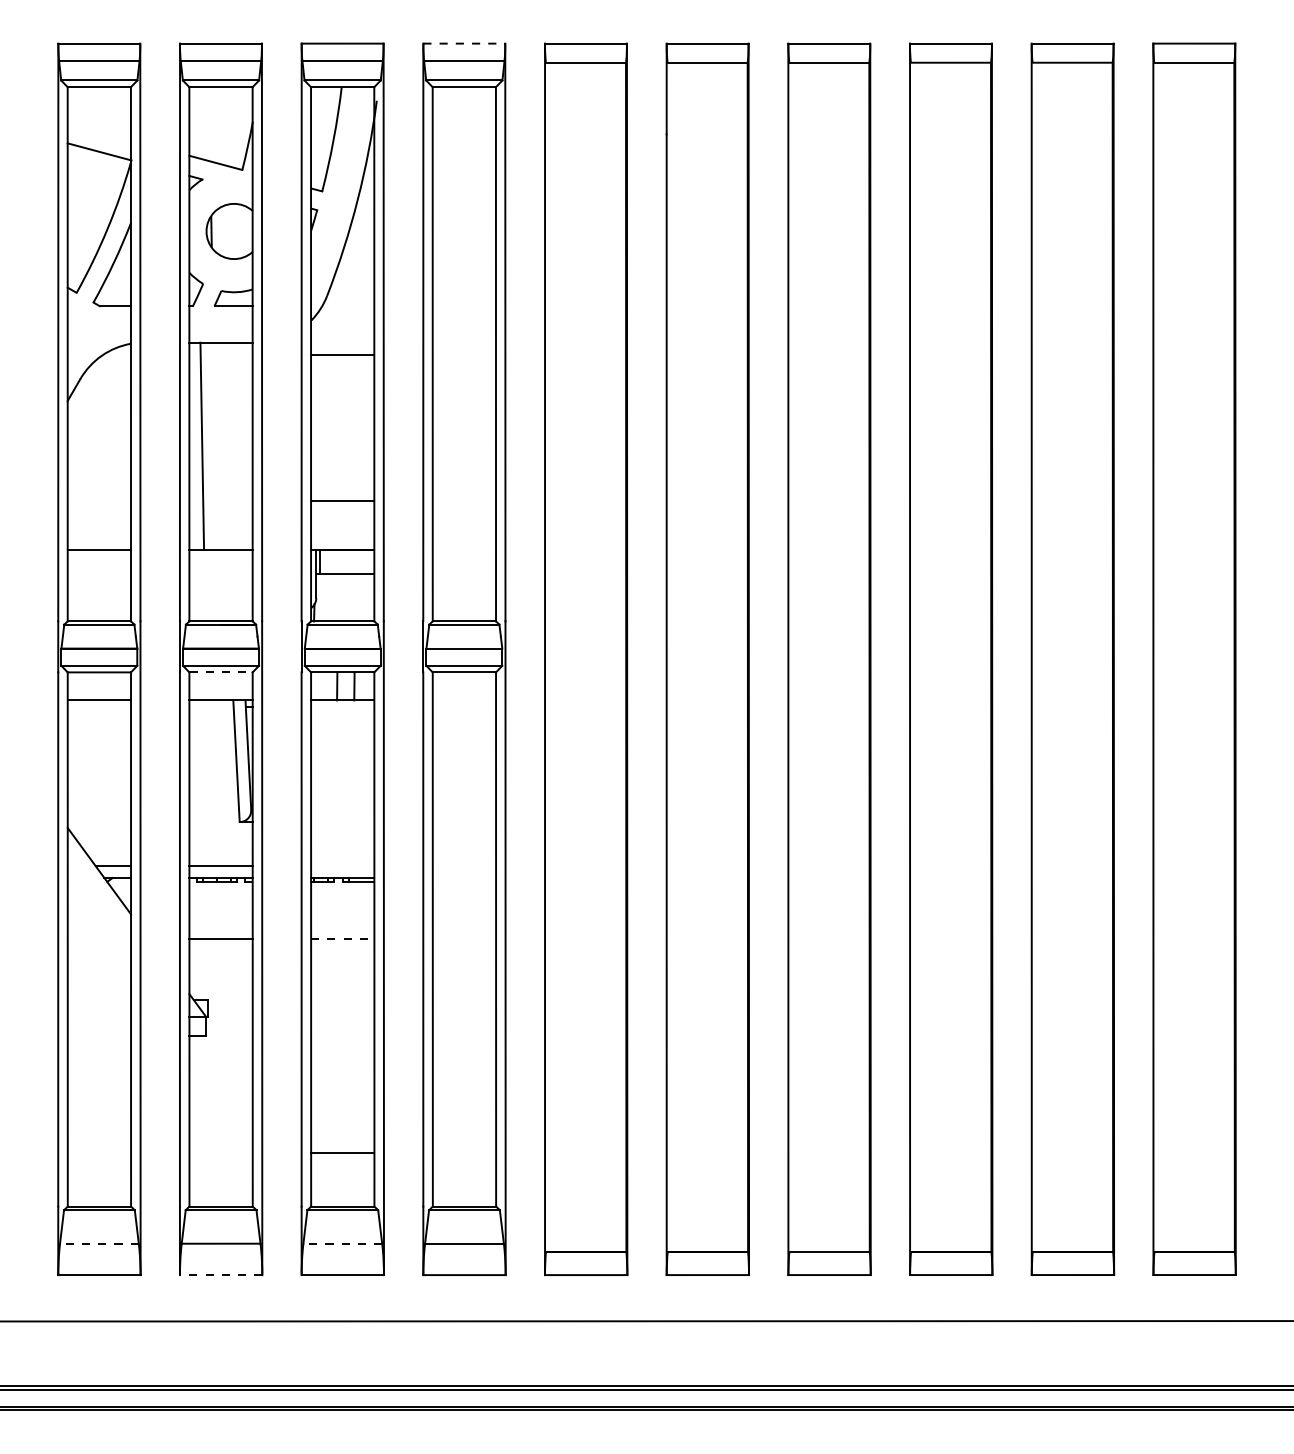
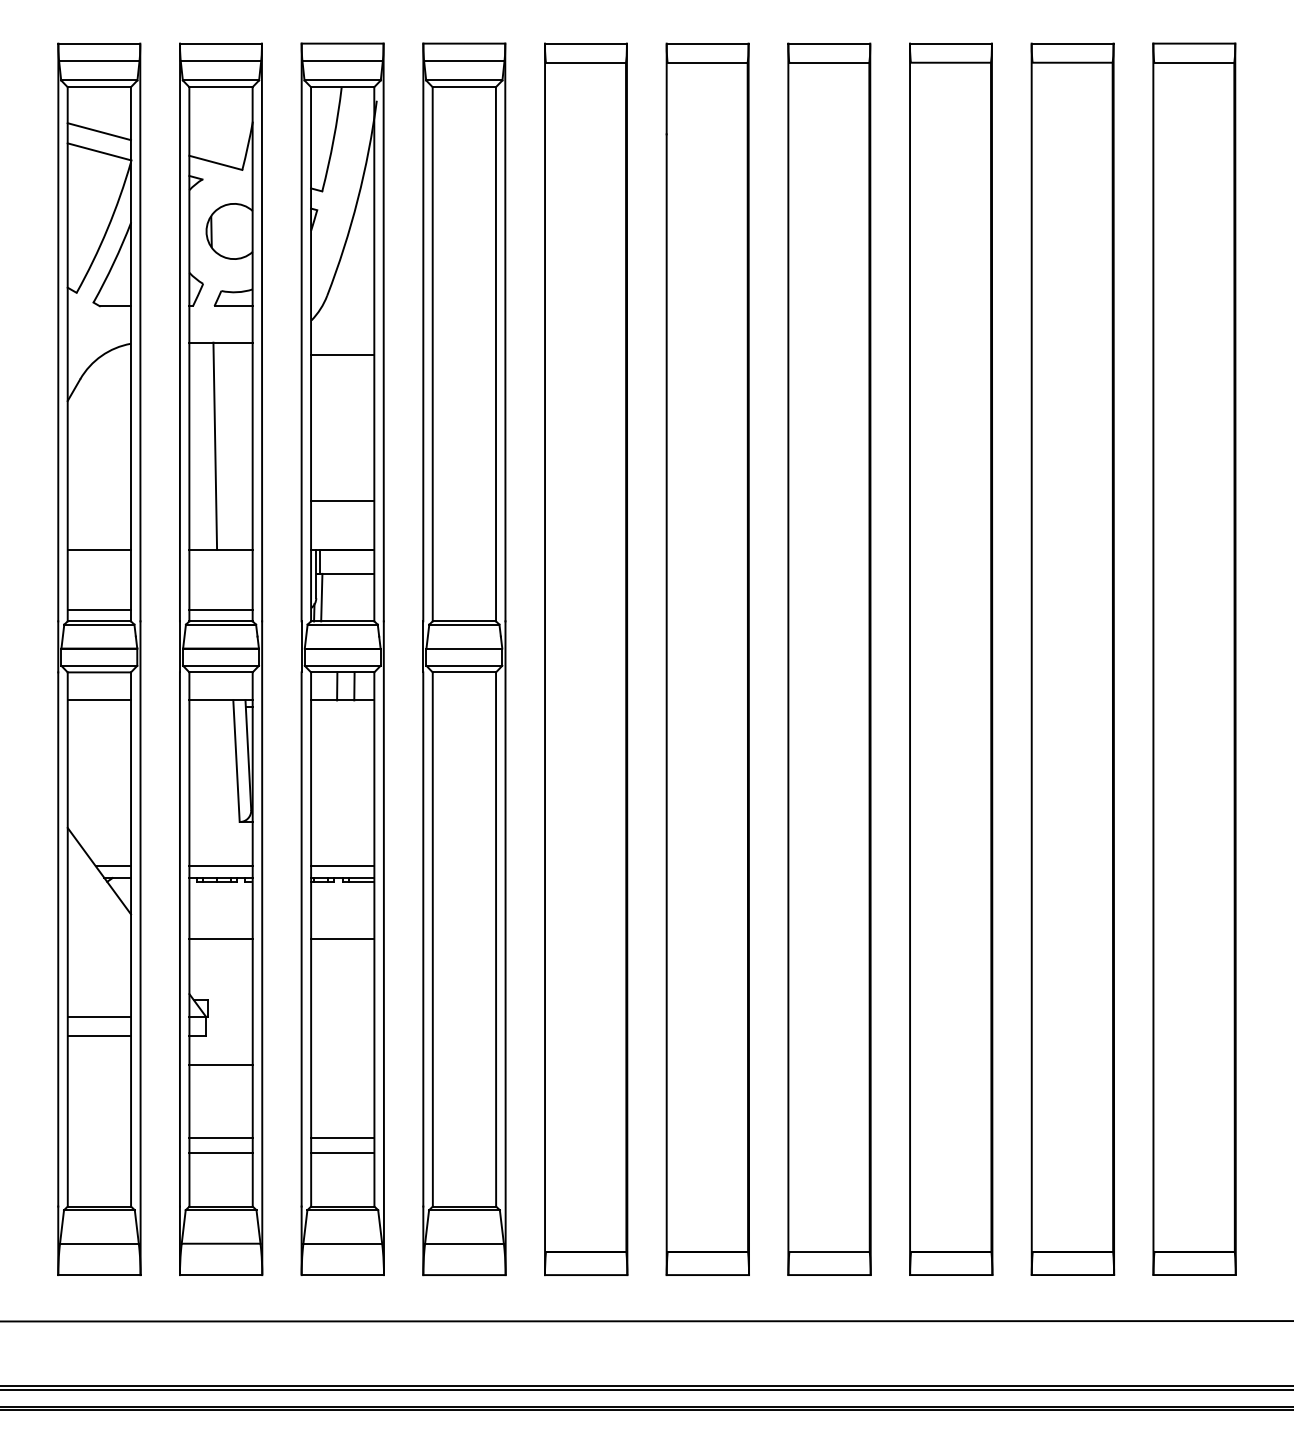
line at (464, 43): dashed -> solid
line at (98, 131): none -> present
line at (202, 445) position: (202, 445) -> (215, 445)
line at (321, 597): none -> present
line at (99, 610): none -> present
line at (220, 610): none -> present
line at (221, 672): dashed -> solid
line at (342, 866): none -> present
line at (342, 938): dashed -> solid
line at (99, 1016): none -> present
line at (99, 1036): none -> present
line at (220, 1064): none -> present
line at (220, 1137): none -> present
line at (342, 1137): none -> present
line at (220, 1152): none -> present
line at (98, 1243): dashed -> solid
line at (342, 1243): dashed -> solid
line at (220, 1275): dashed -> solid
